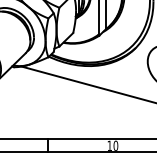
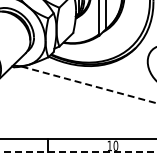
line at (88, 84): solid -> dashed
line at (78, 152): solid -> dashed
